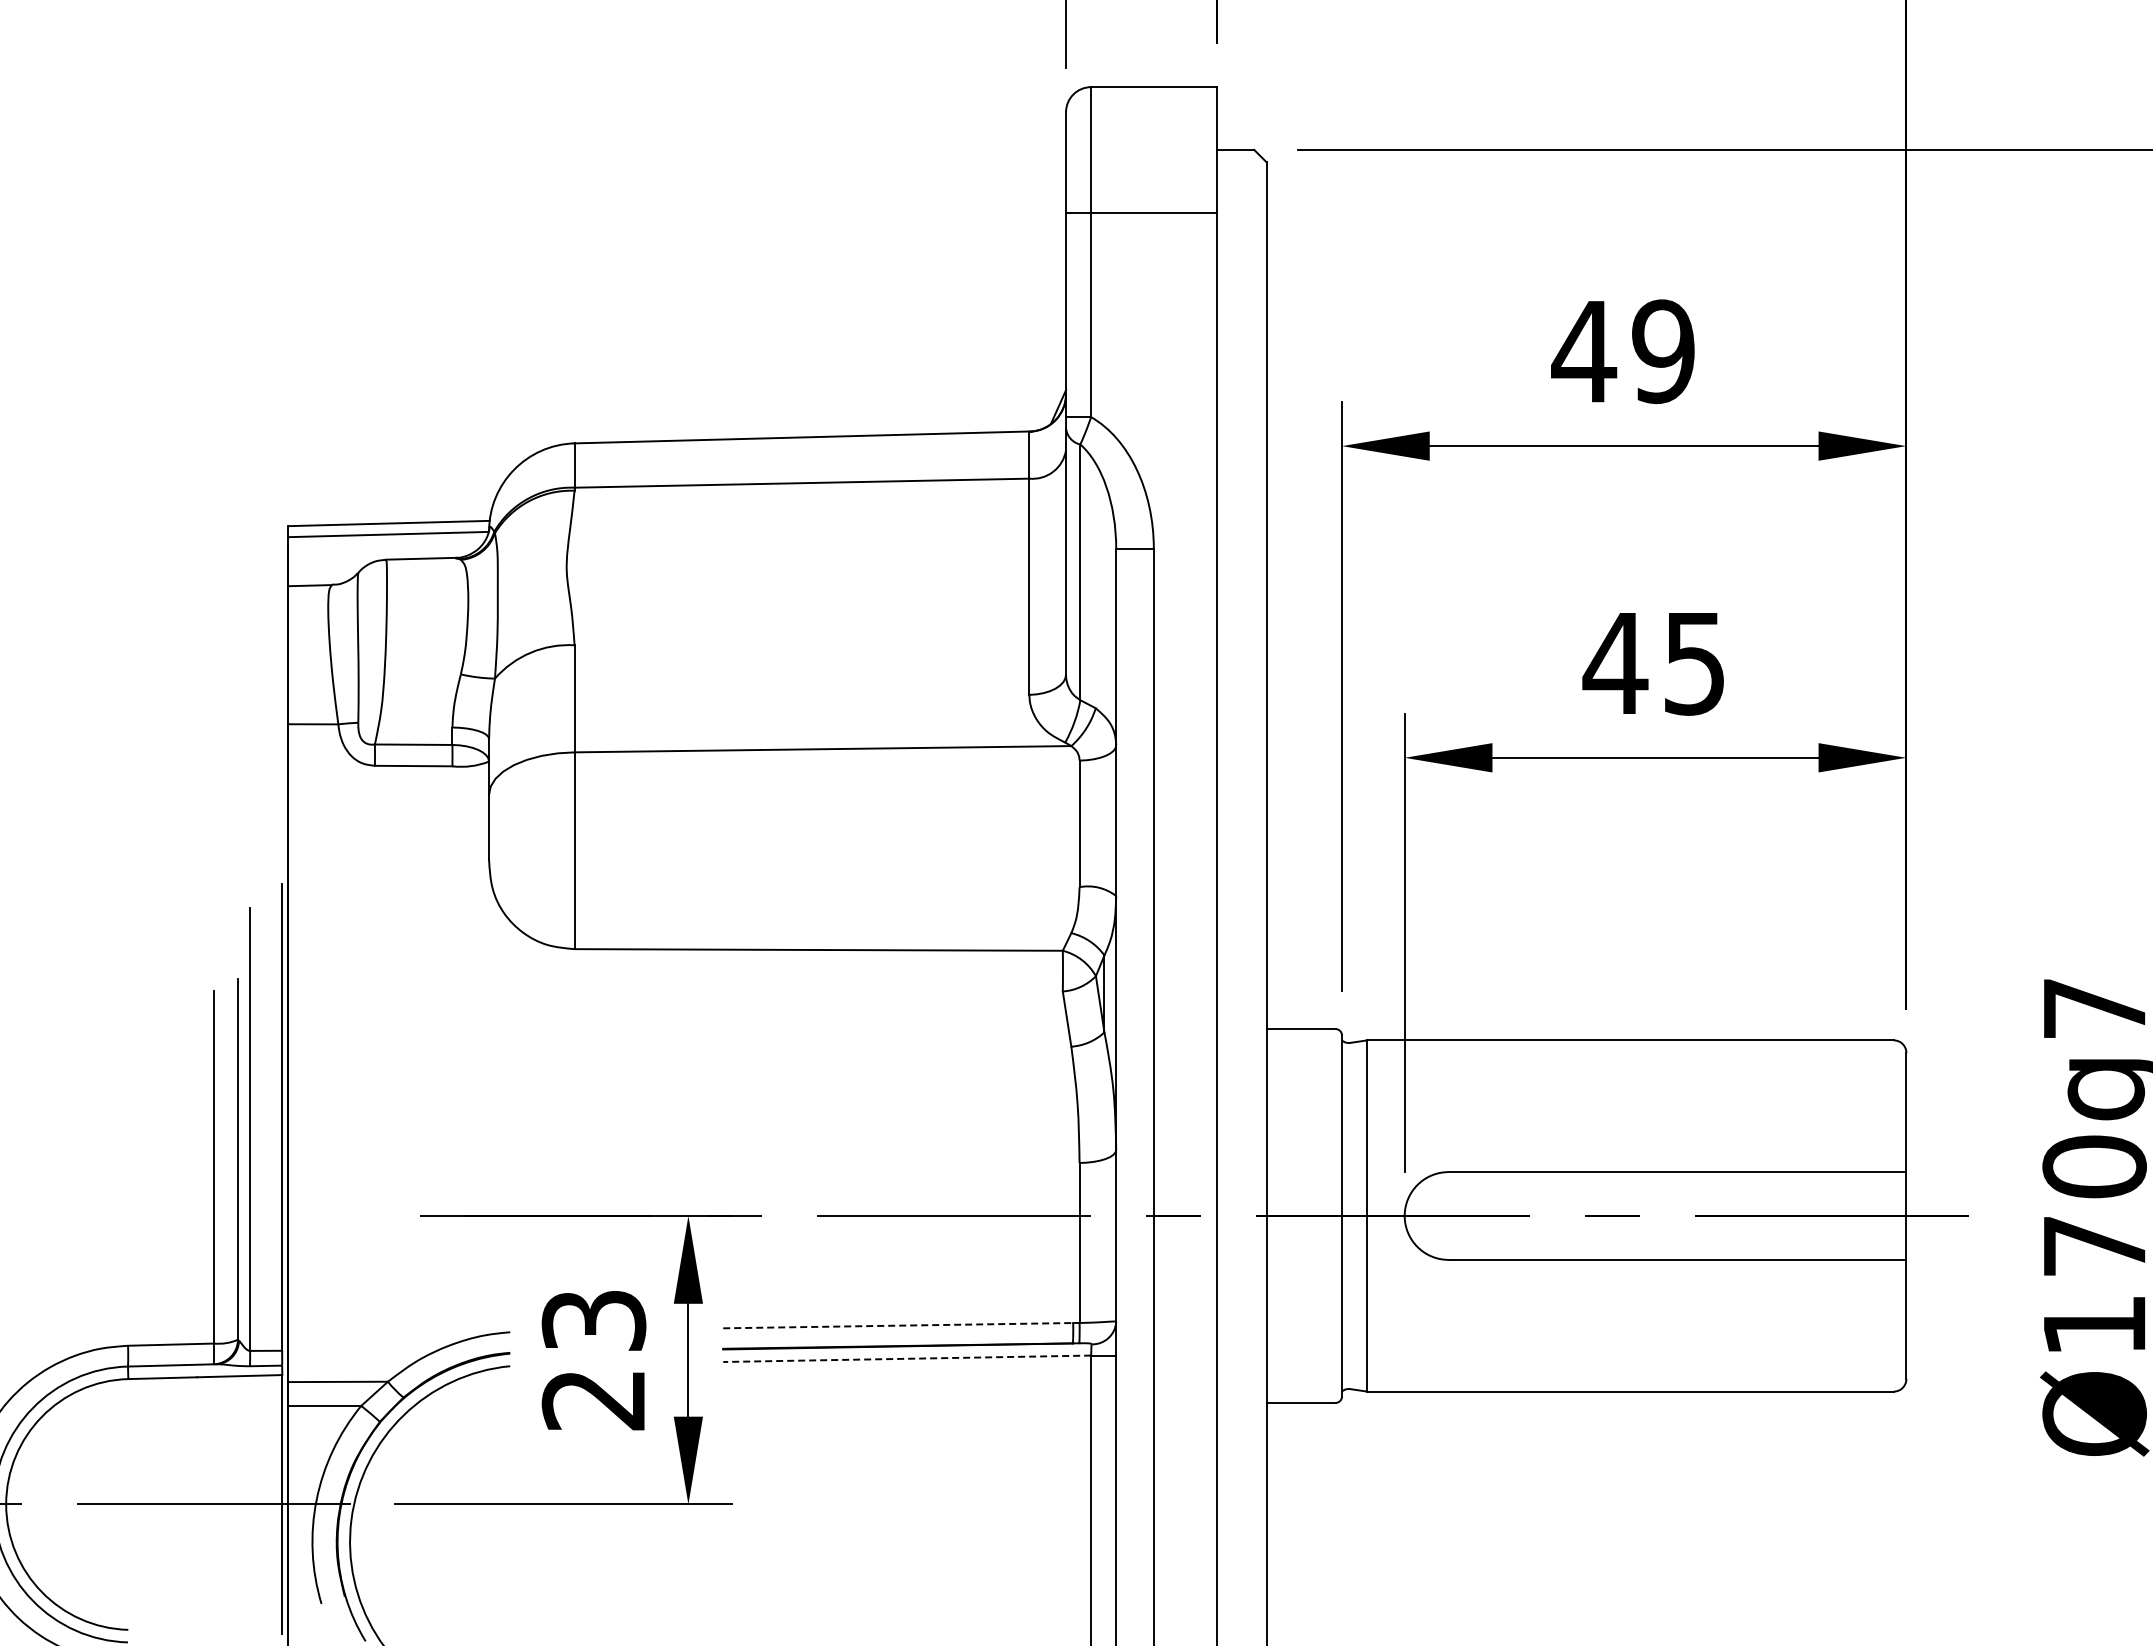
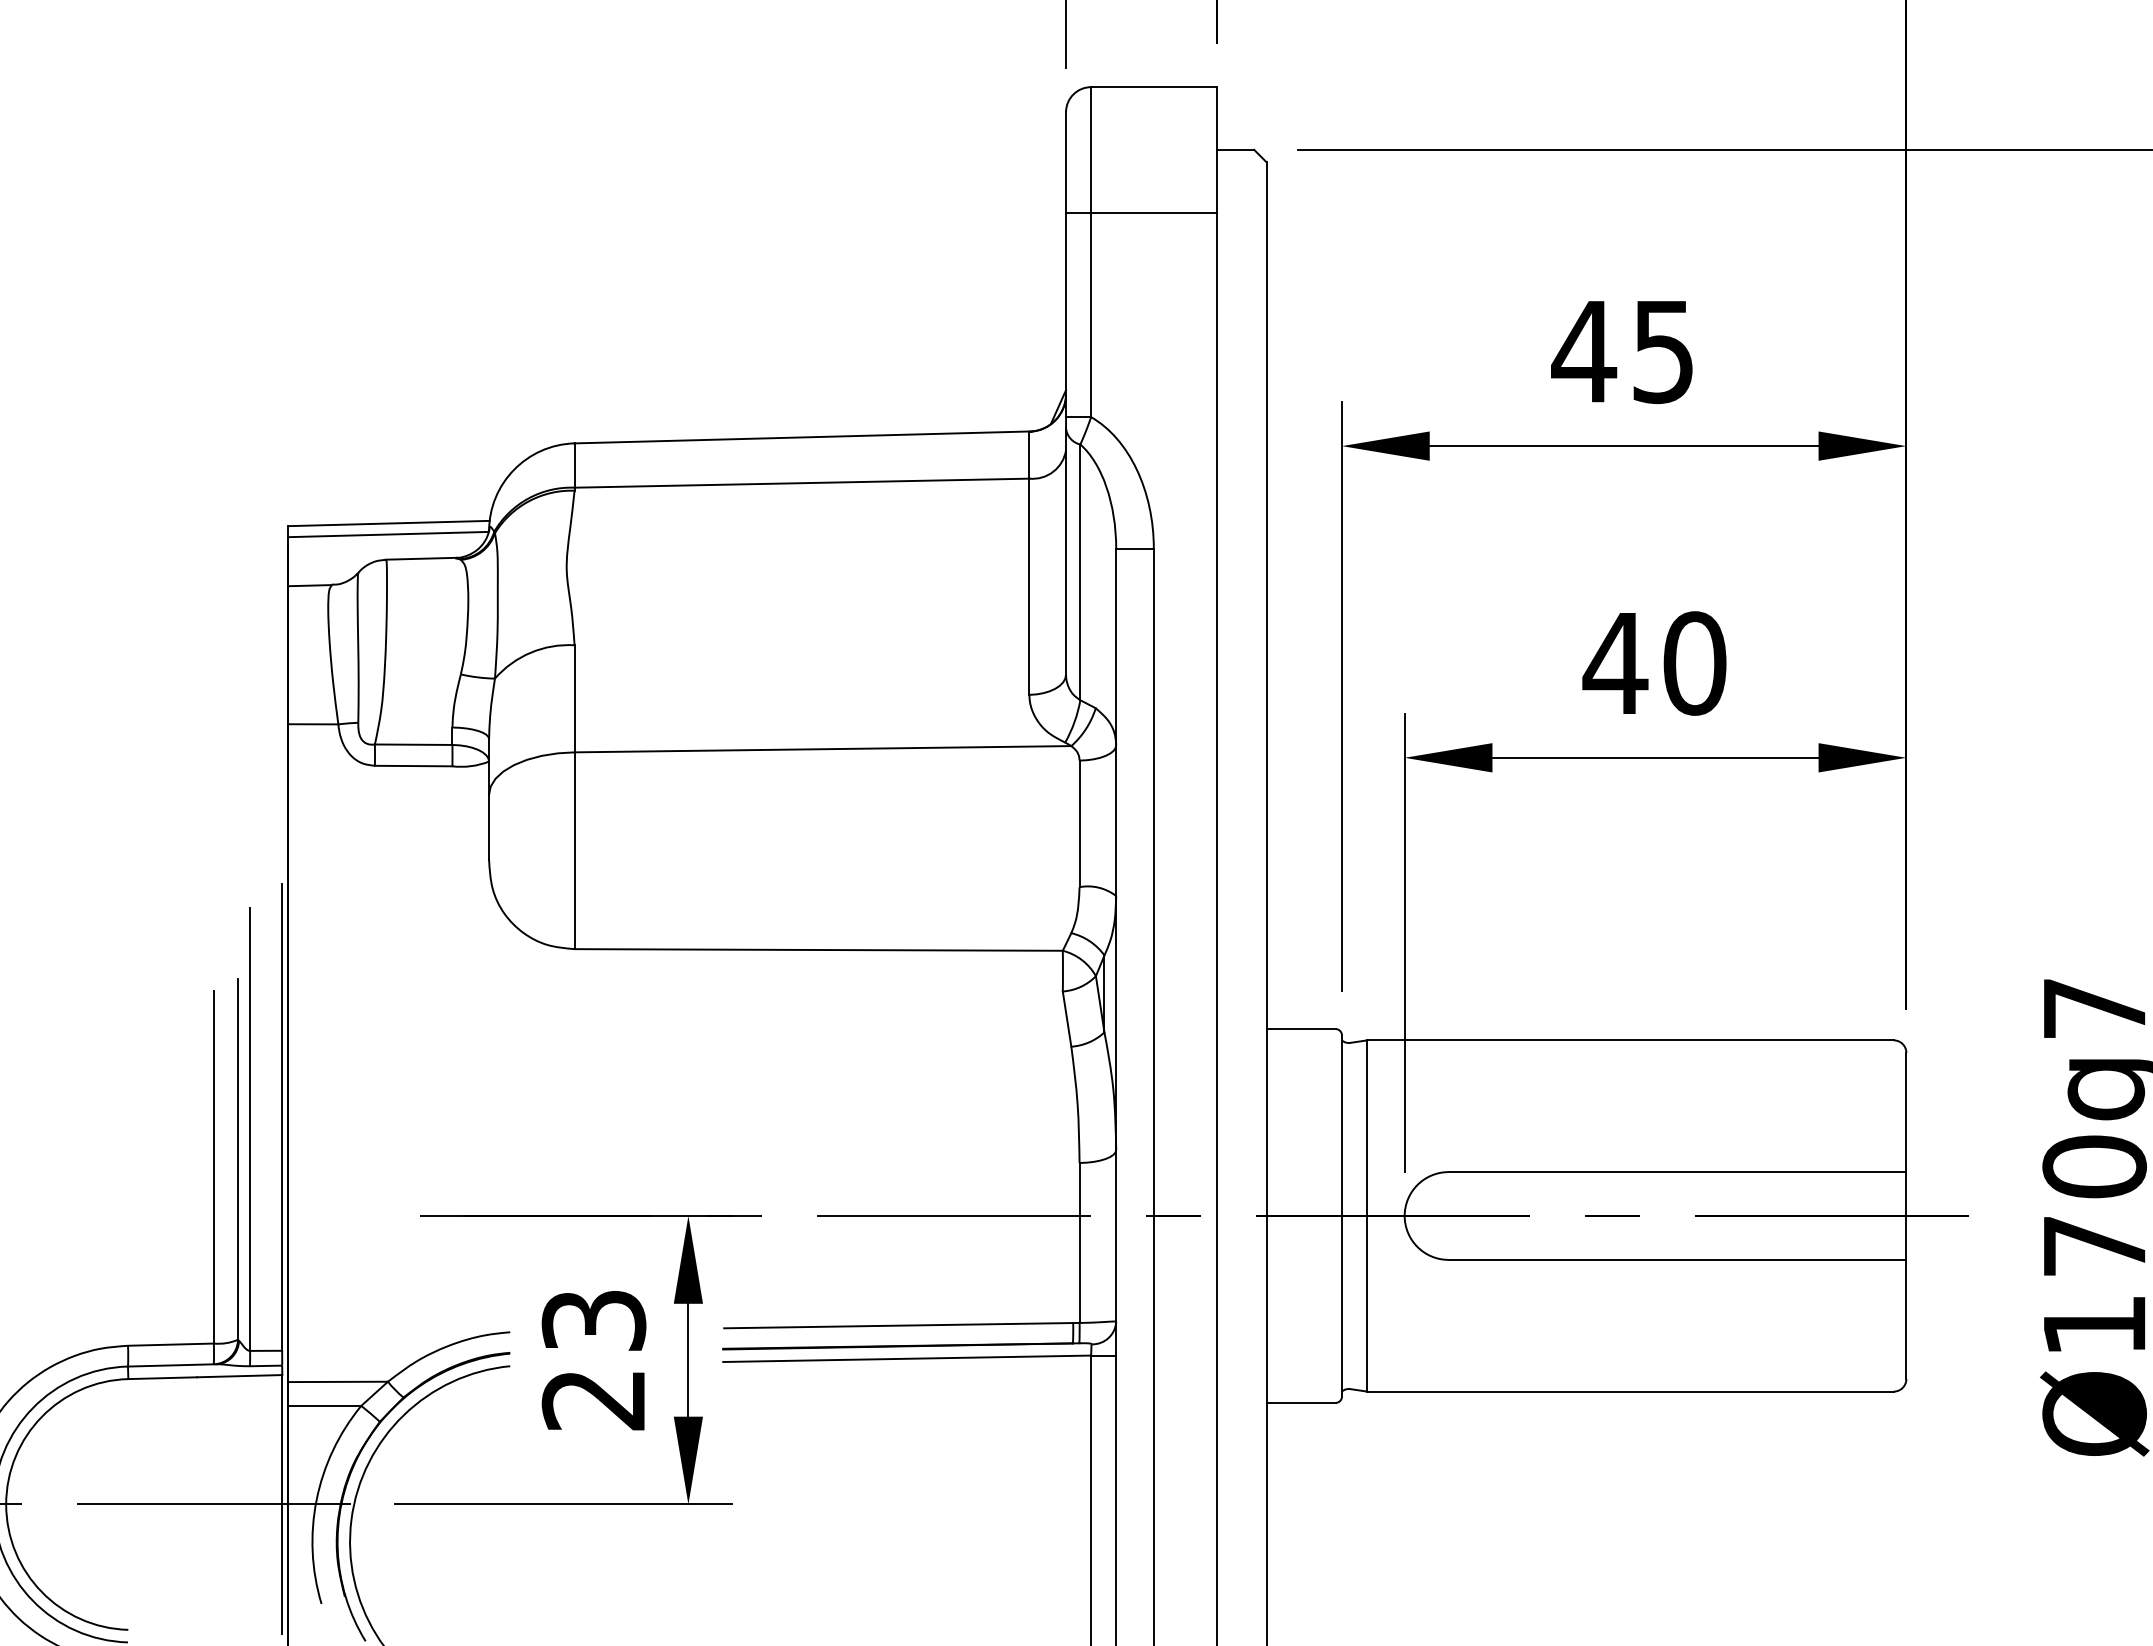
text at (1663, 351): 49 -> 45
text at (1694, 663): 45 -> 40
line at (897, 1325): dashed -> solid
line at (907, 1358): dashed -> solid
